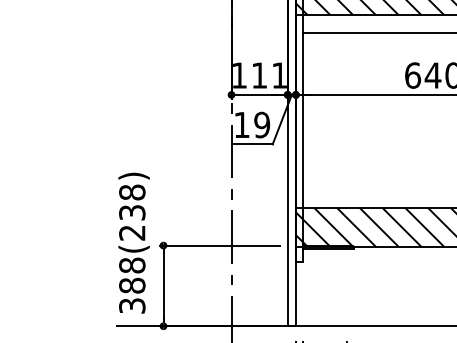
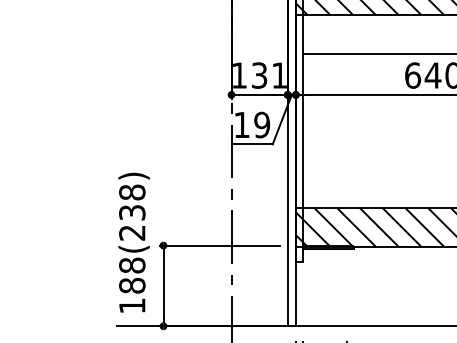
line at (377, 33) position: (377, 33) -> (377, 54)
text at (259, 75): 111 -> 131
text at (132, 305): 388(238) -> 188(238)
